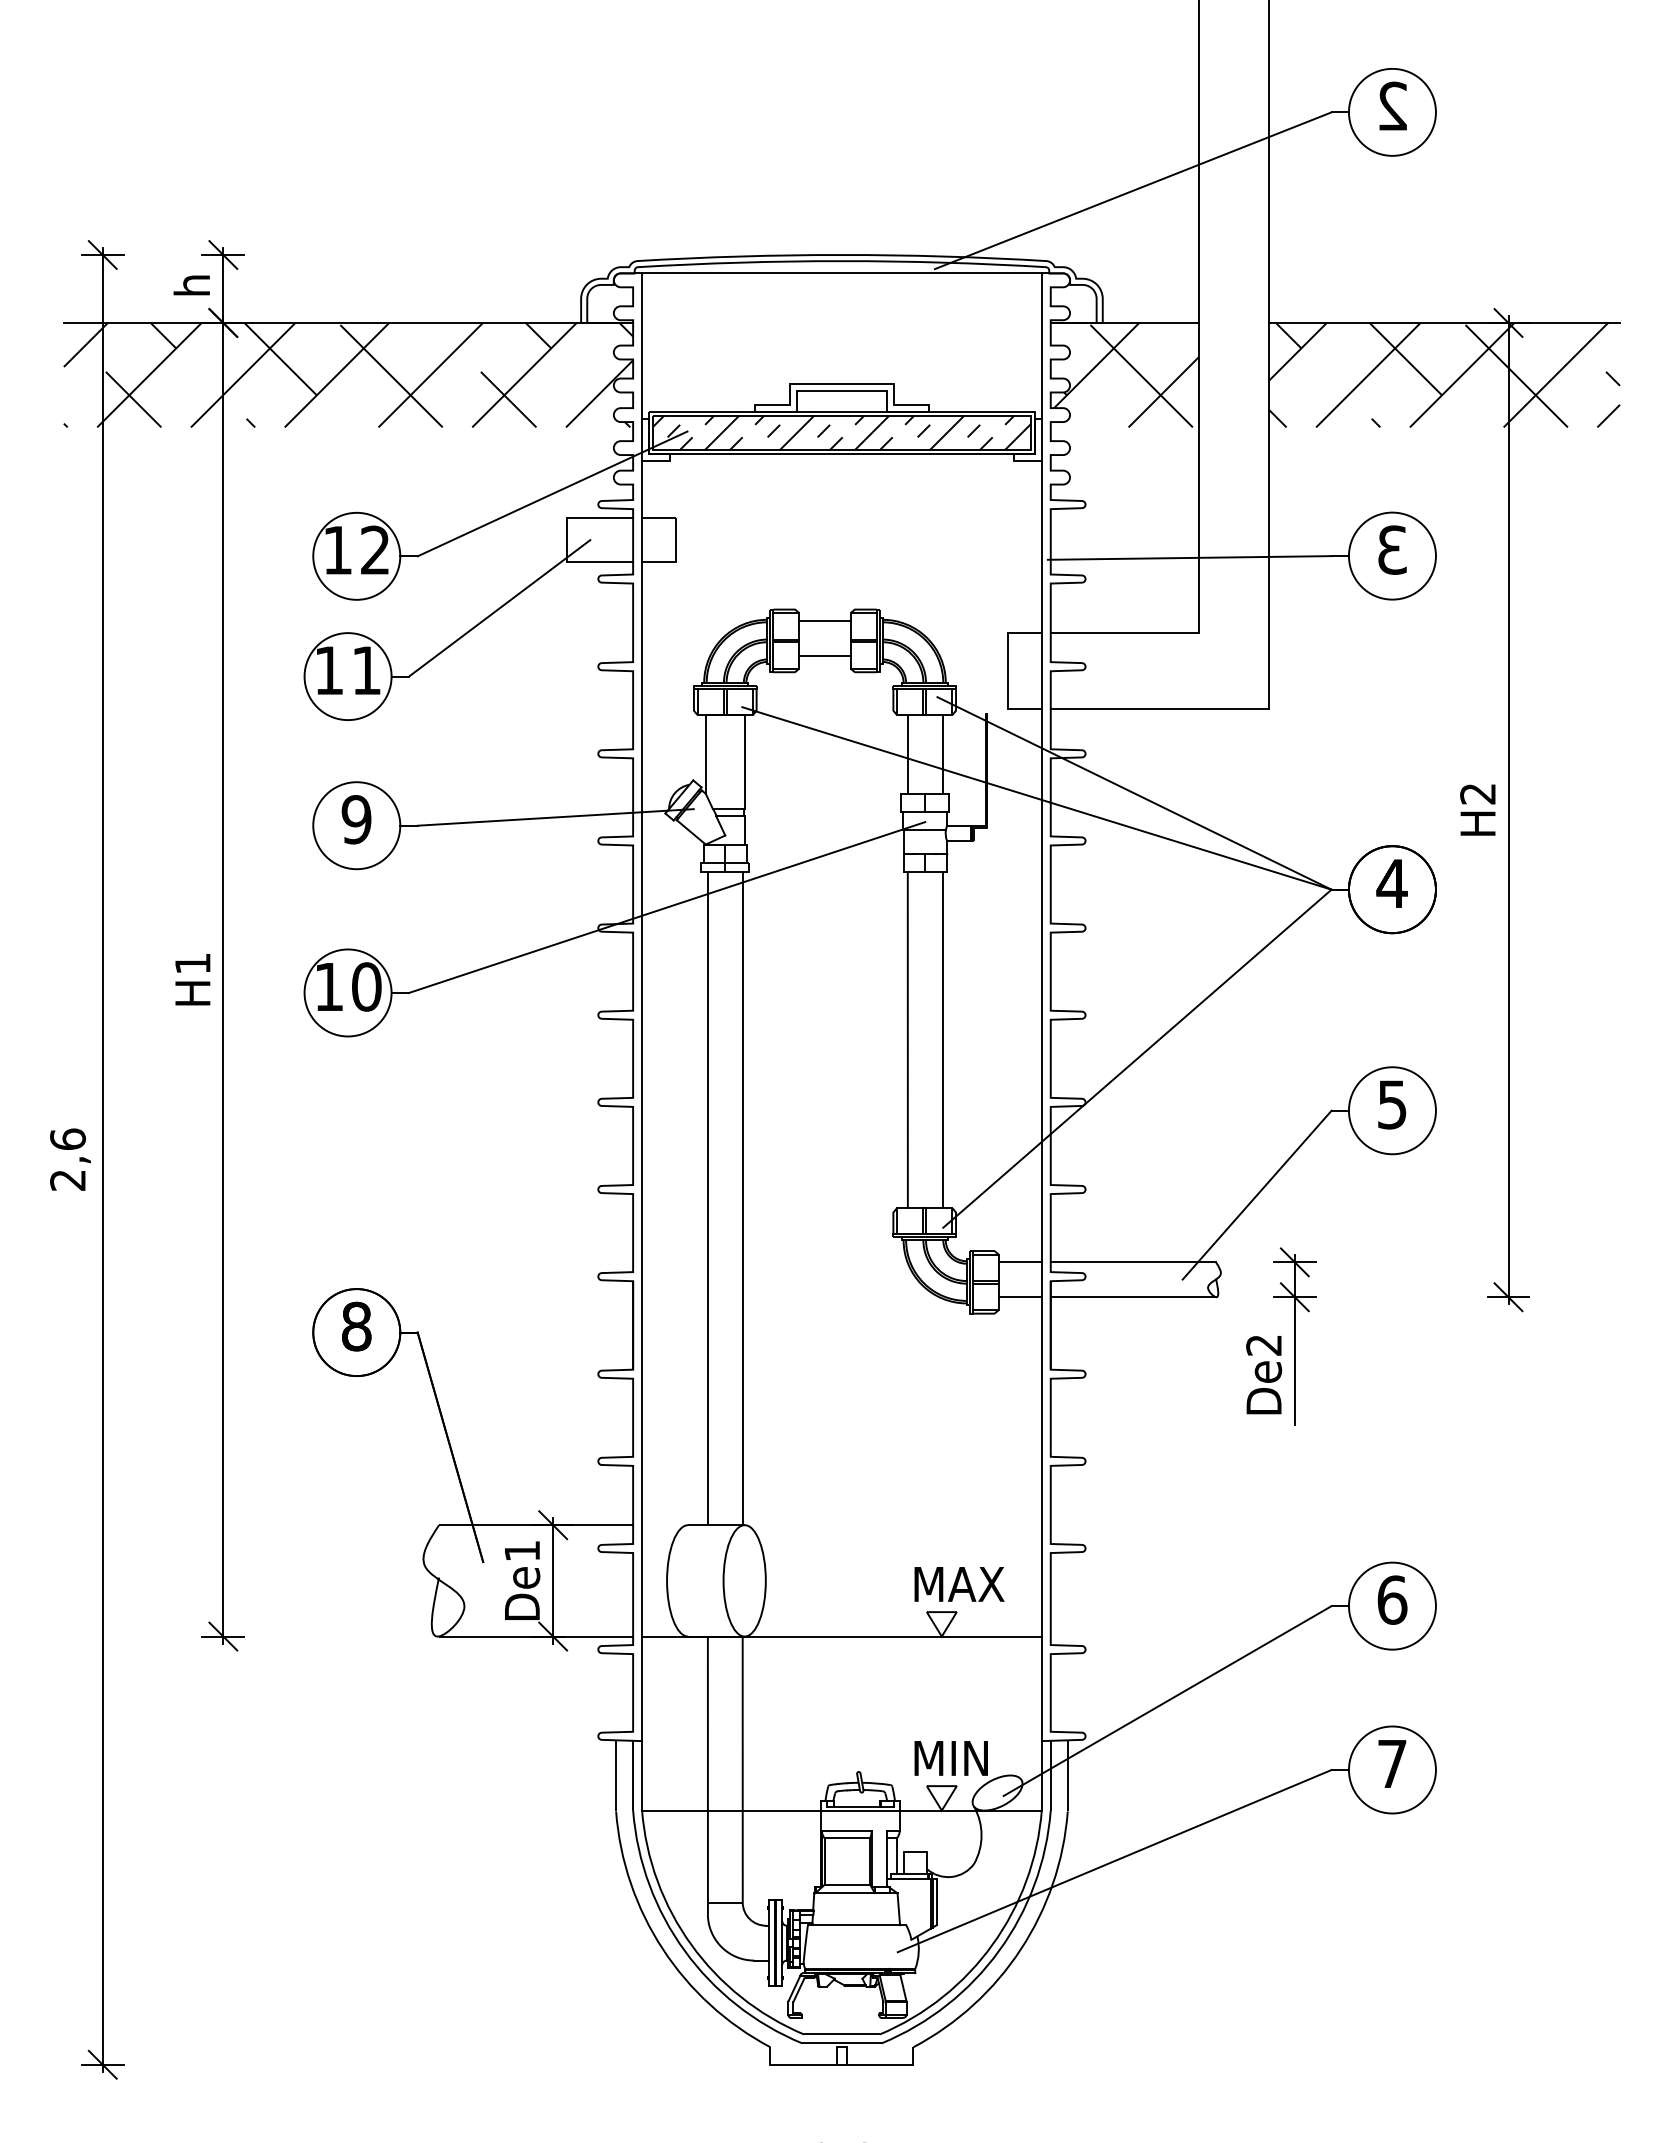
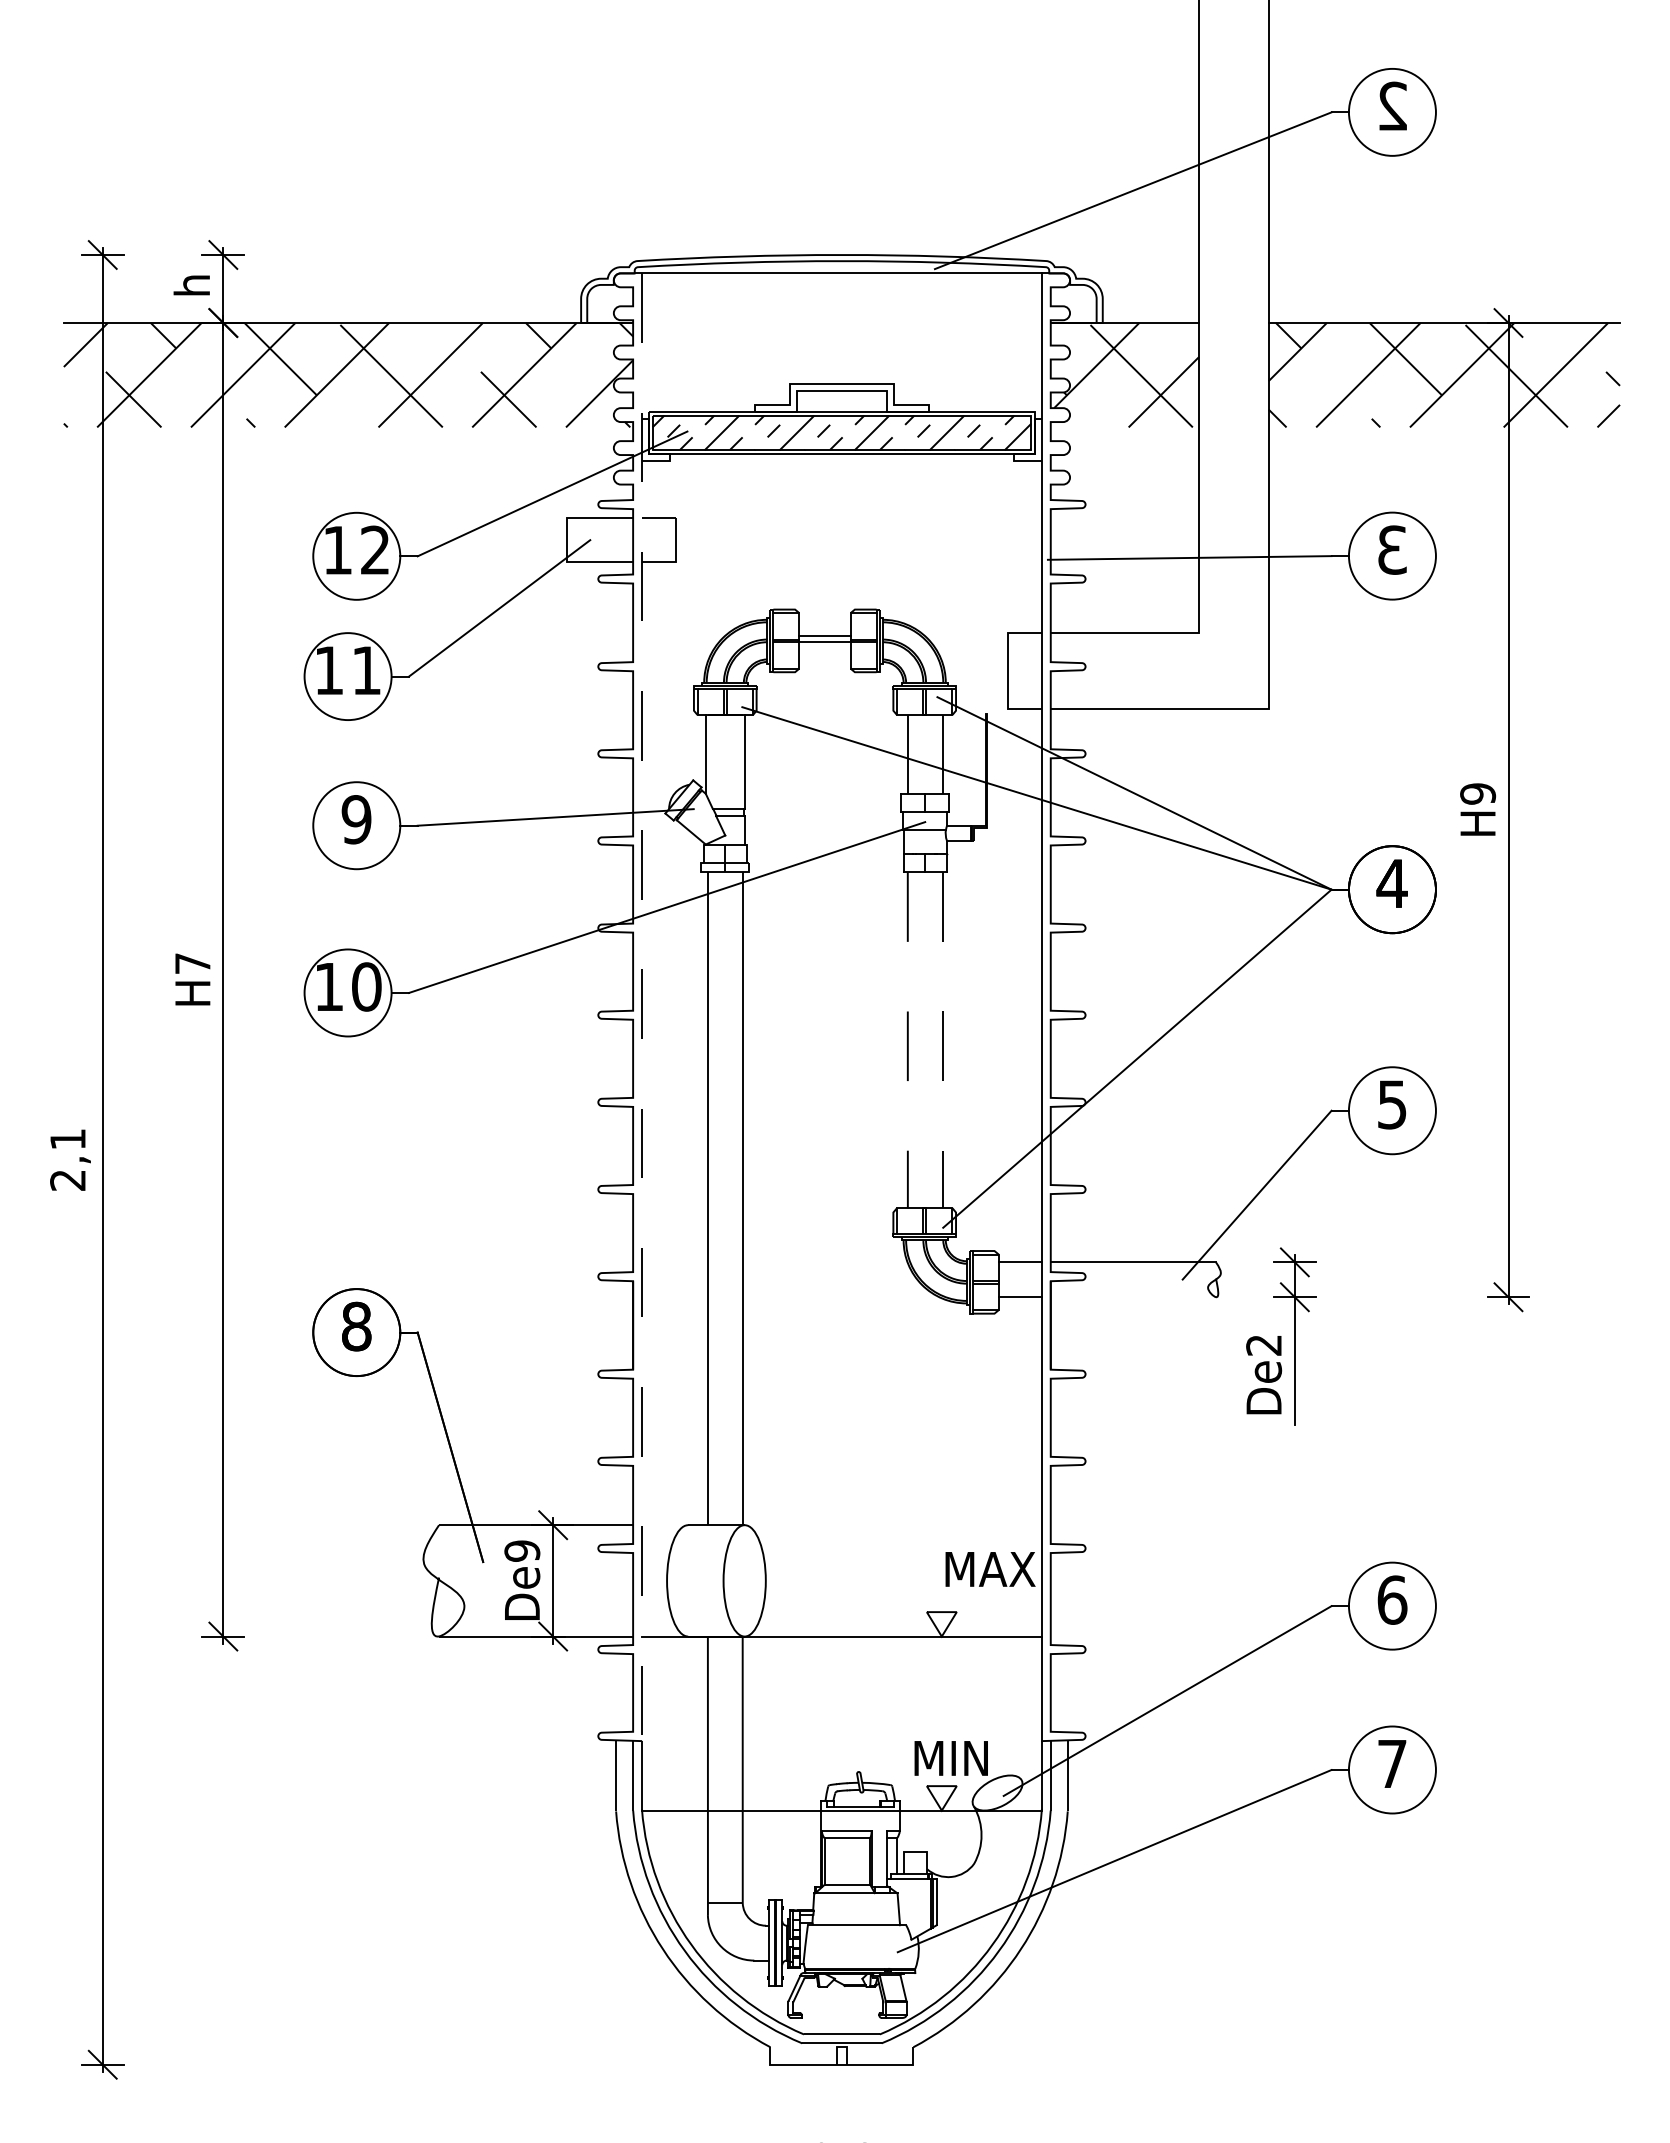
line at (824, 620) position: (824, 620) -> (824, 641)
line at (825, 655) position: (825, 655) -> (825, 635)
text at (1478, 793): H2 -> H9
text at (192, 963): H1 -> H7
line at (642, 1007): solid -> dashed
line at (907, 1040): solid -> dashed
line at (942, 1040): solid -> dashed
text at (67, 1138): 2,6 -> 2,1
line at (1133, 1297): present -> none
text at (522, 1550): De1 -> De9
text at (959, 1584) position: (959, 1584) -> (990, 1569)
